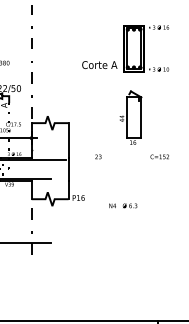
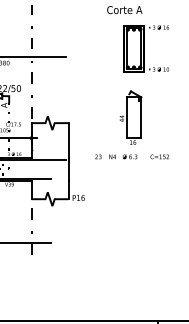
line at (34, 57): none -> present
text at (99, 65) position: (99, 65) -> (124, 10)
text at (123, 205) position: (123, 205) -> (123, 156)
